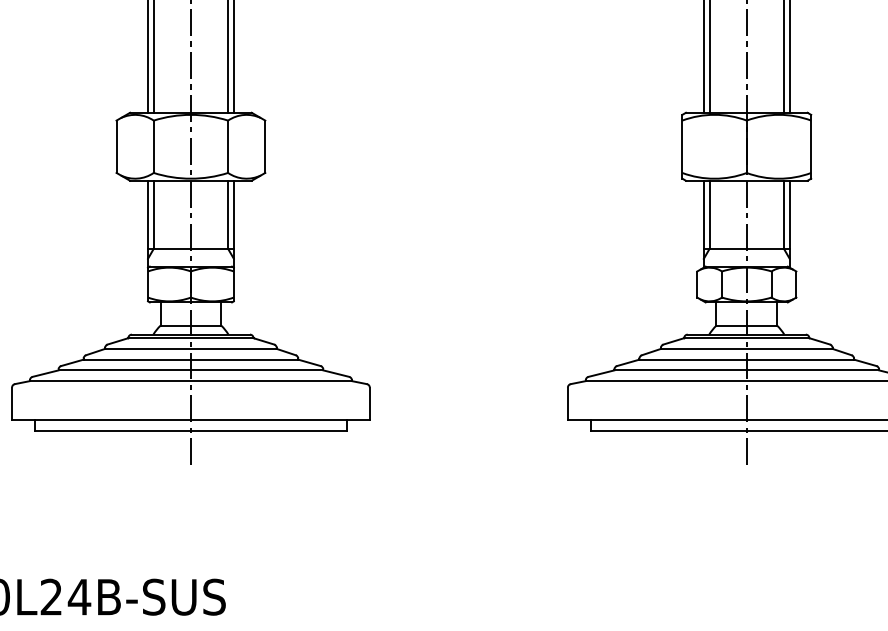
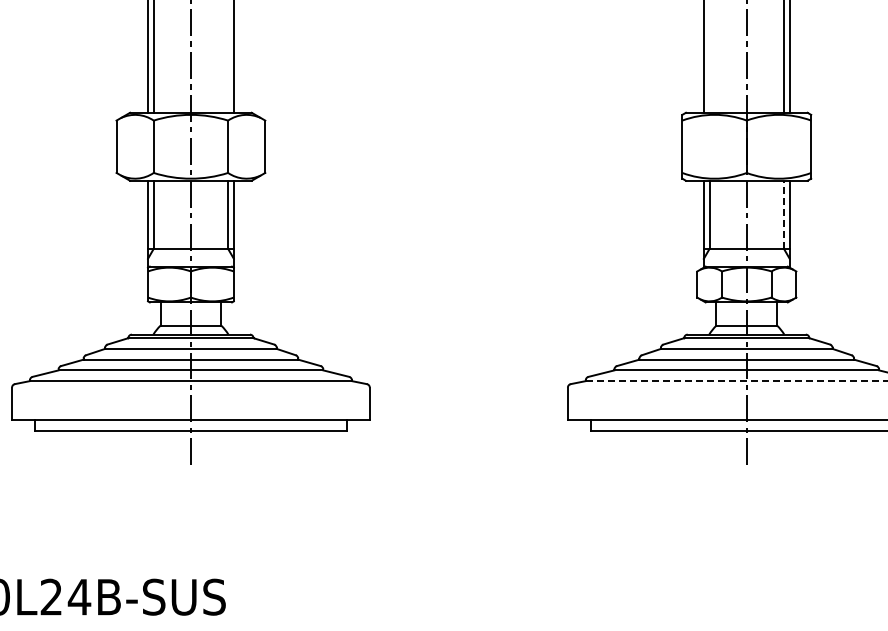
line at (228, 57): present -> none
line at (709, 57): present -> none
line at (783, 214): solid -> dashed
line at (736, 381): solid -> dashed
